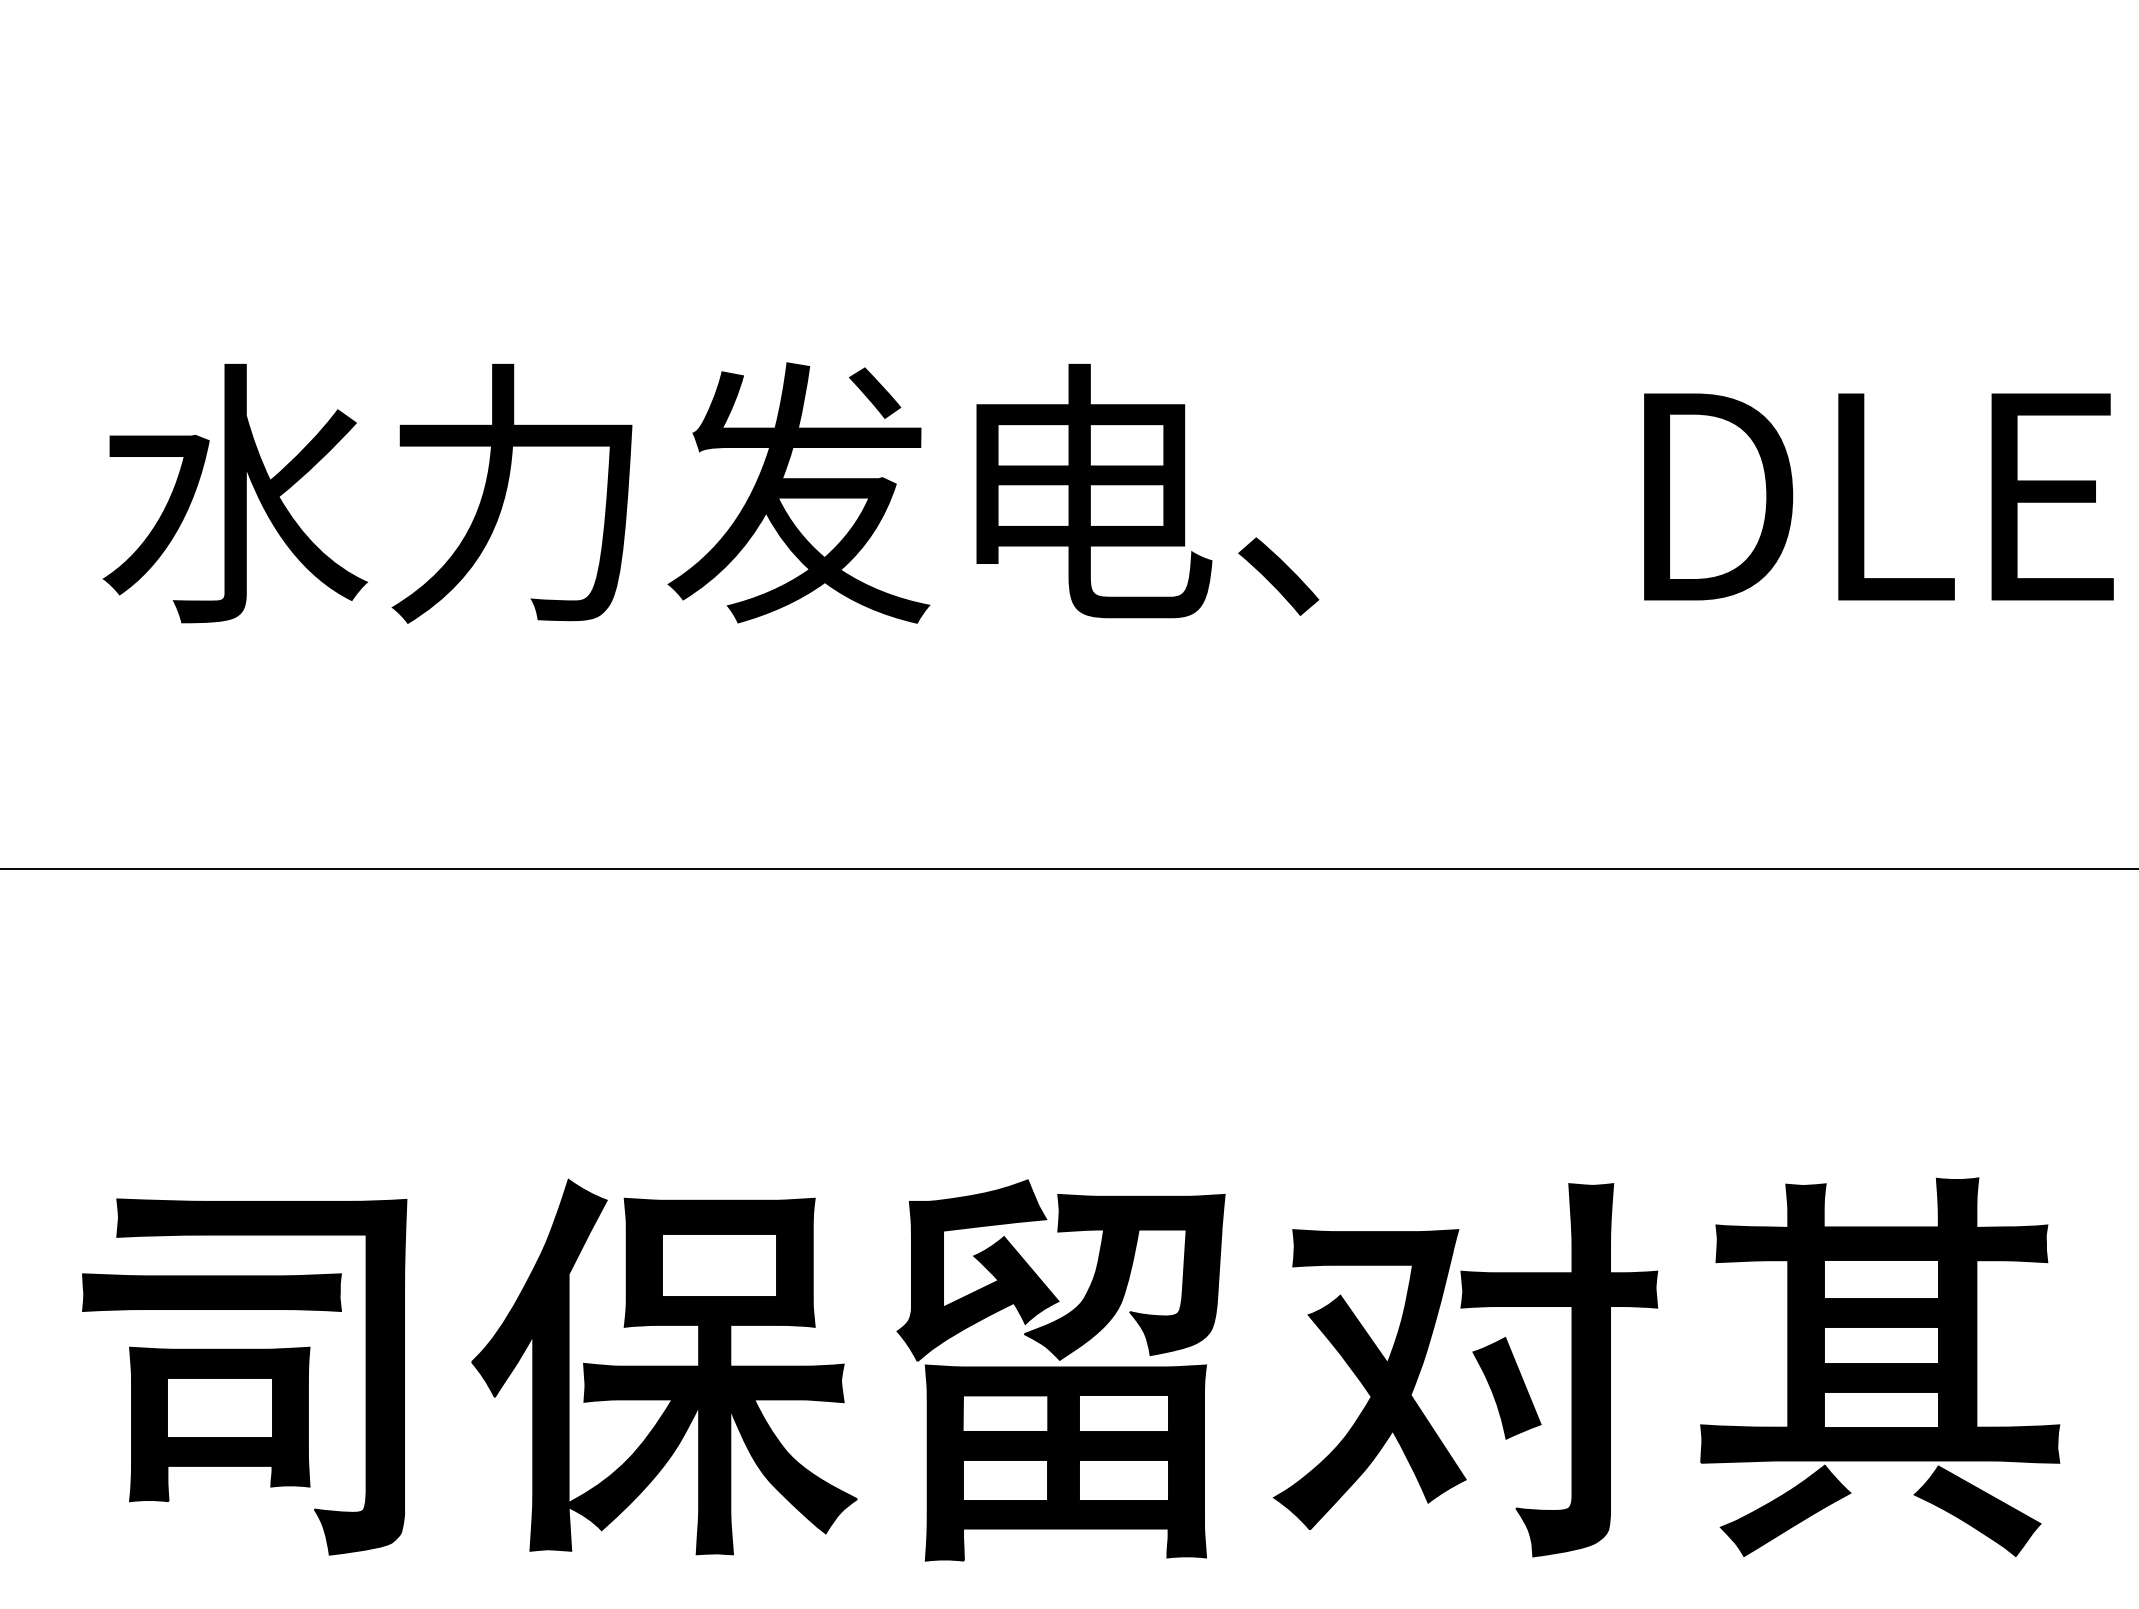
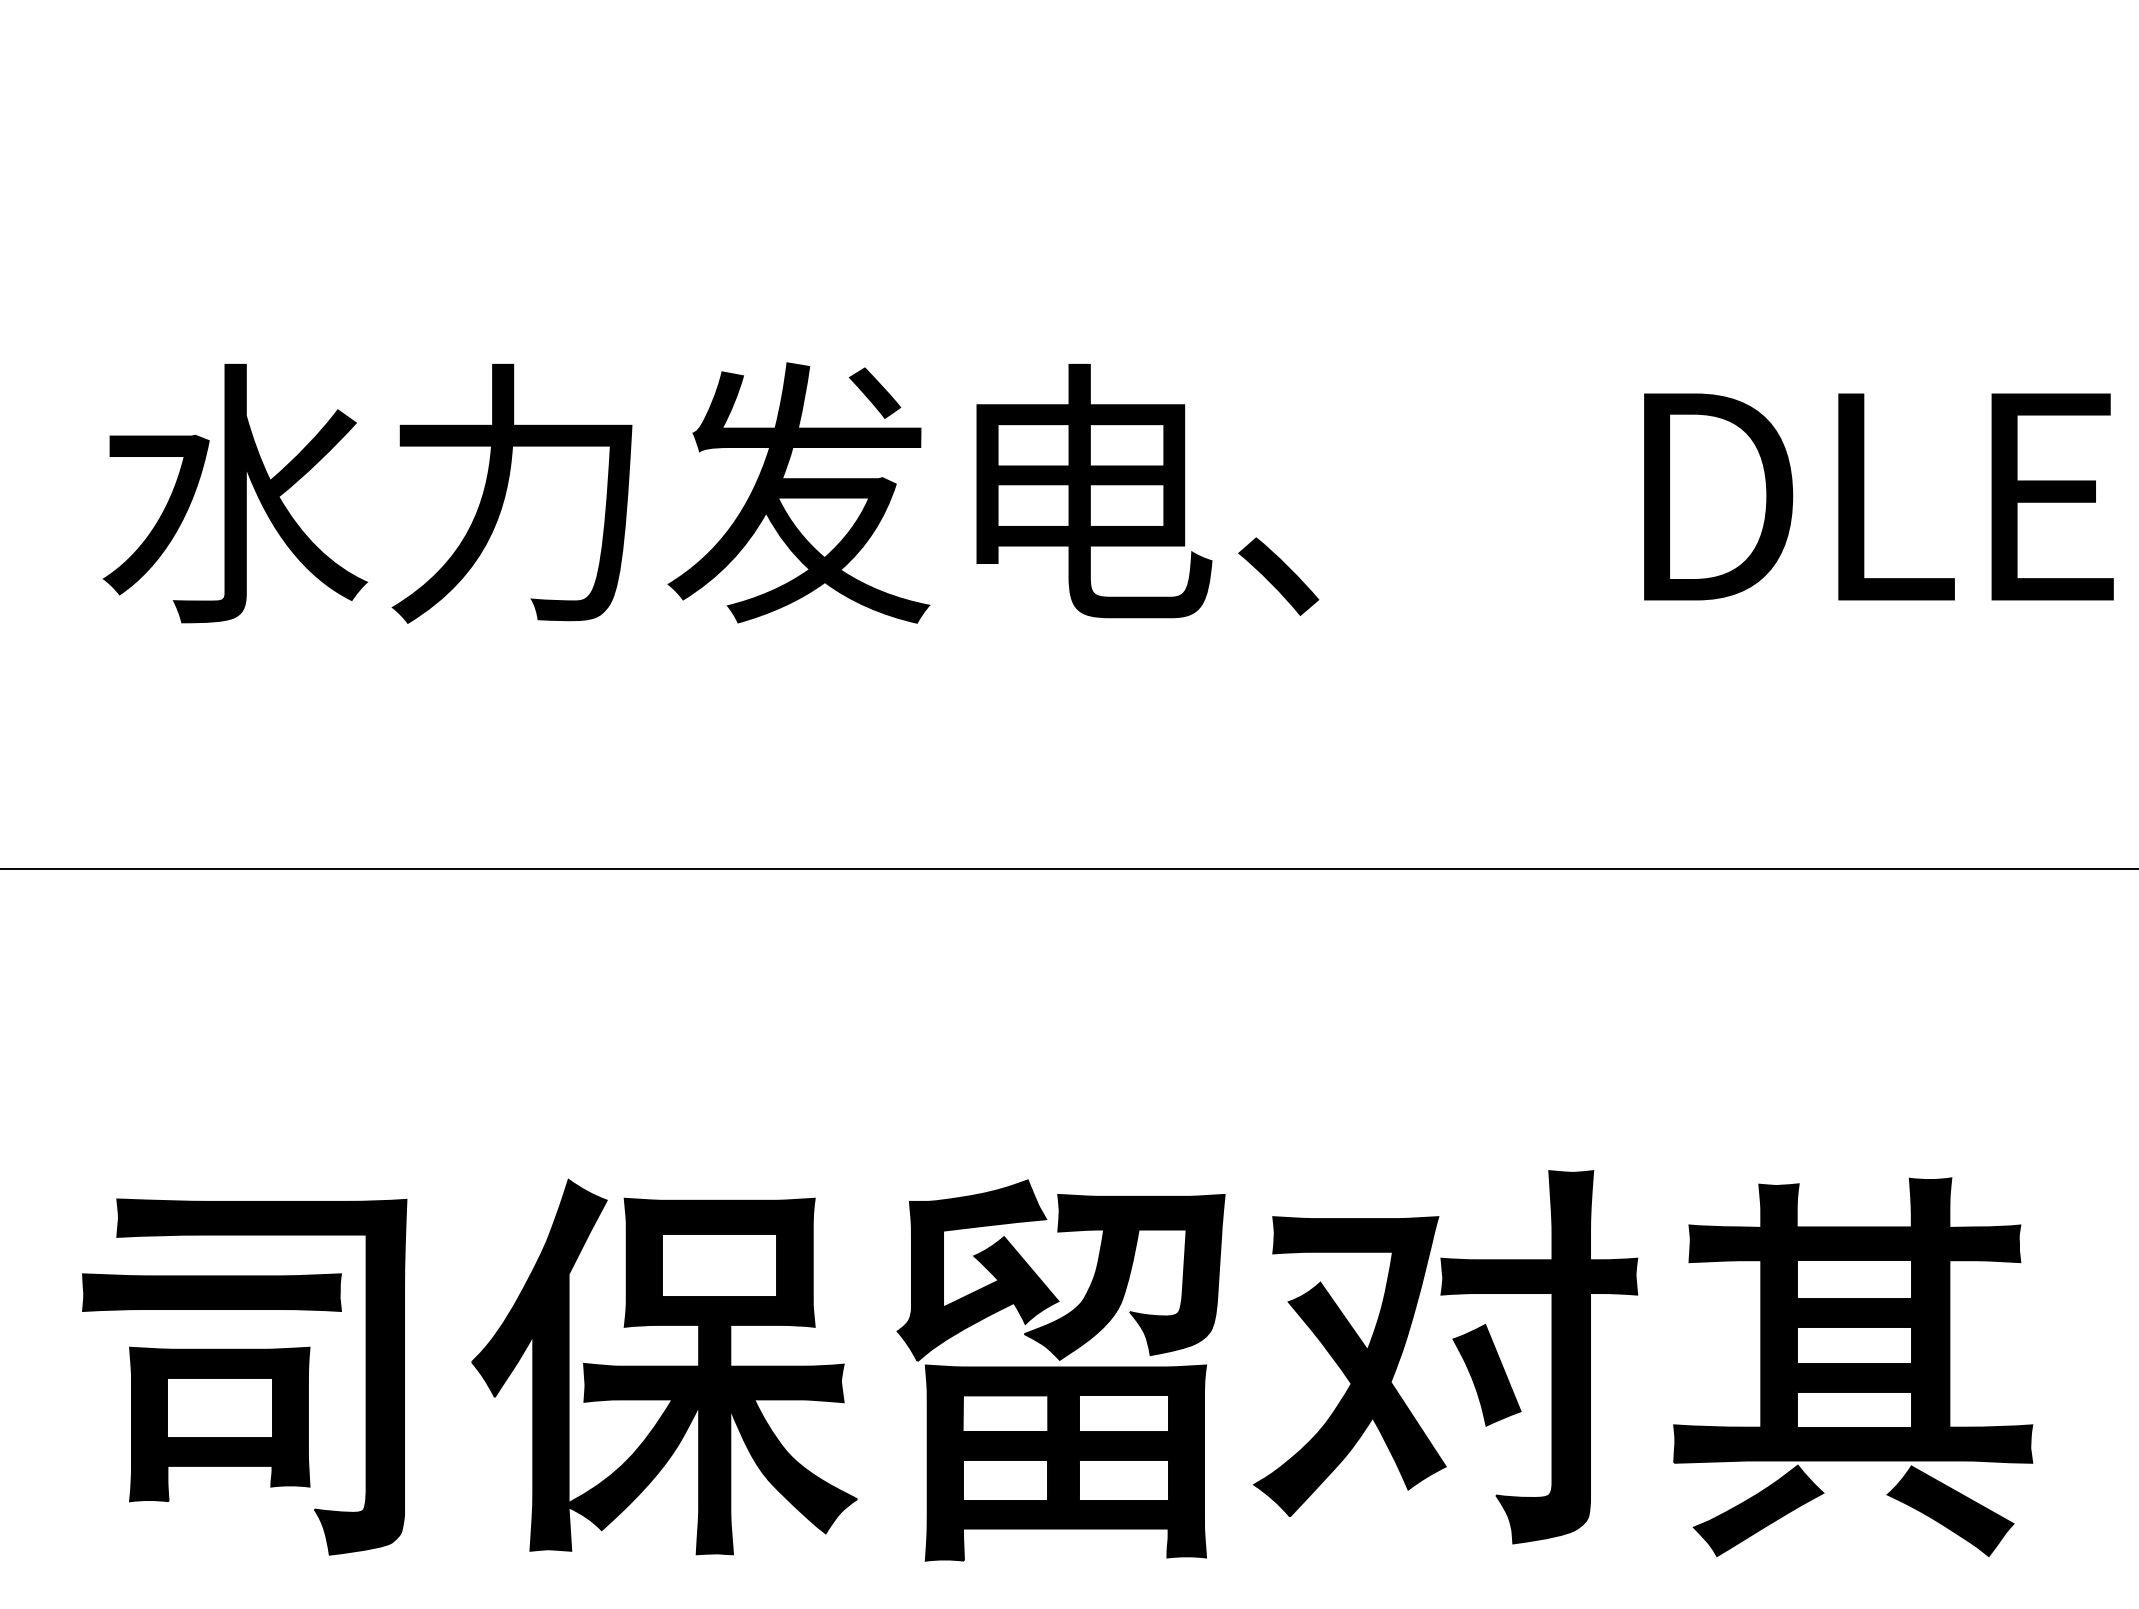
part at (1478, 1364) position: (1478, 1364) -> (1458, 1351)
part at (1880, 1366) position: (1880, 1366) -> (1853, 1366)
